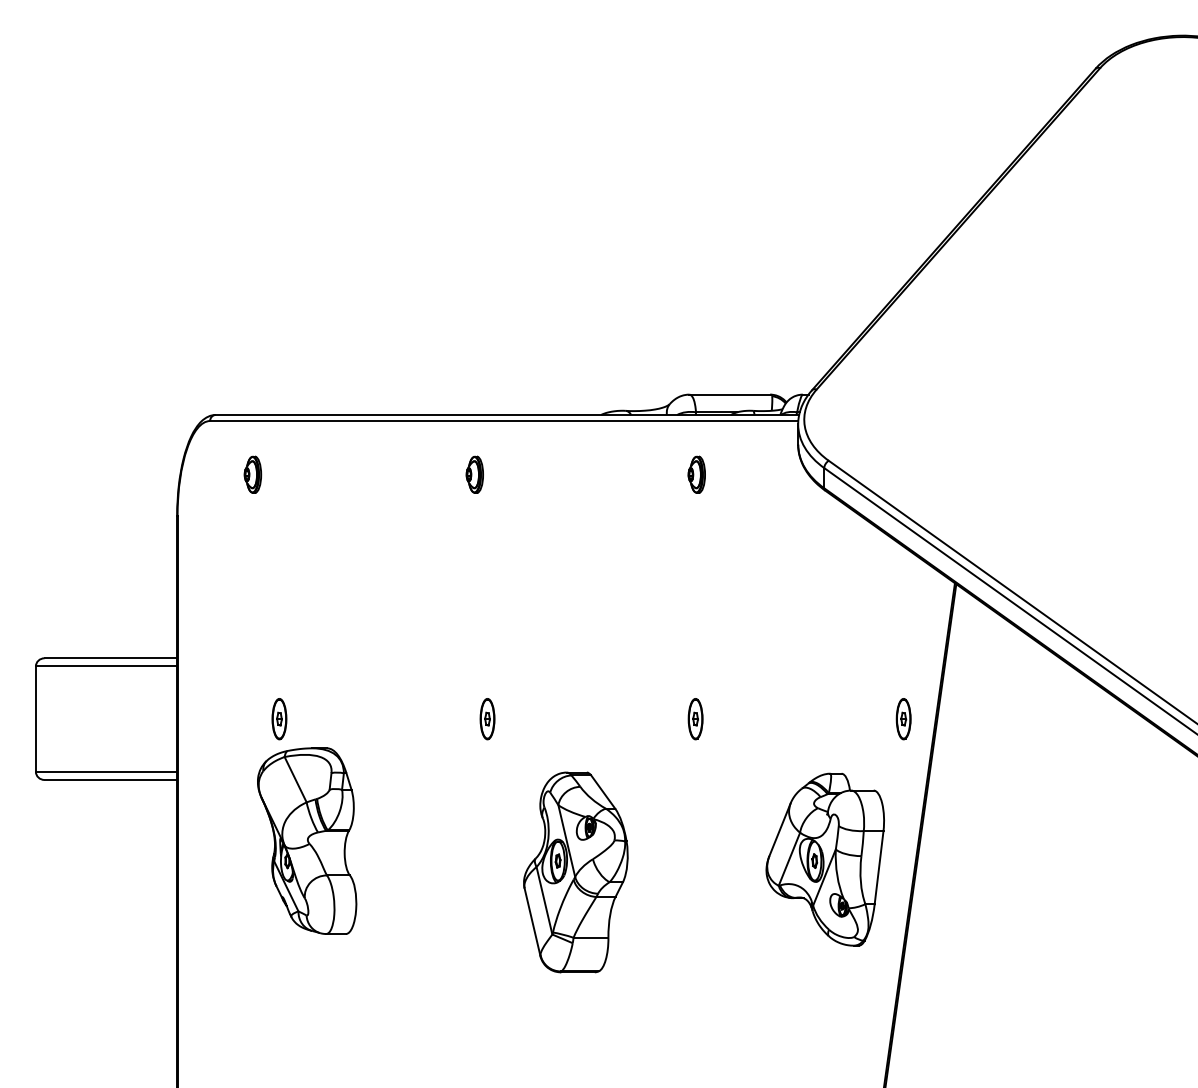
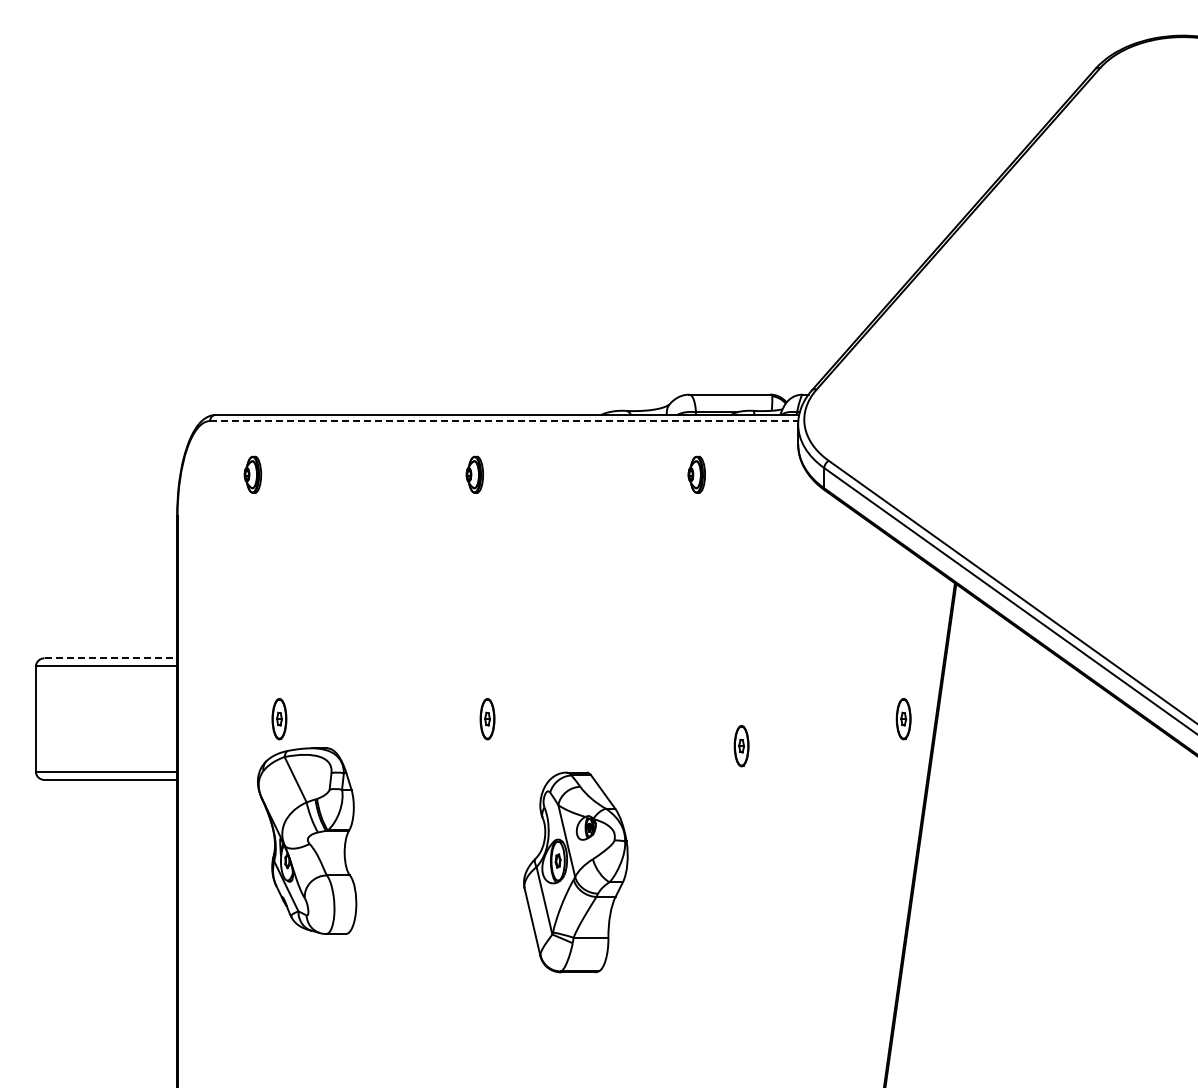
line at (504, 421): solid -> dashed
line at (111, 658): solid -> dashed
part at (695, 719) position: (695, 719) -> (741, 746)
part at (824, 859): present -> none
